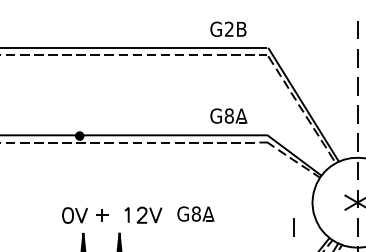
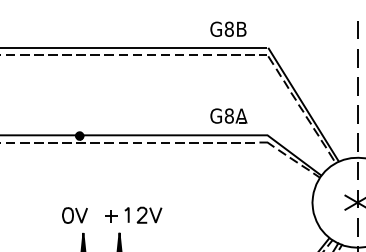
text at (228, 28): G2B -> G8B
part at (195, 213): present -> none
part at (102, 215) position: (102, 215) -> (111, 216)
line at (293, 227): present -> none
